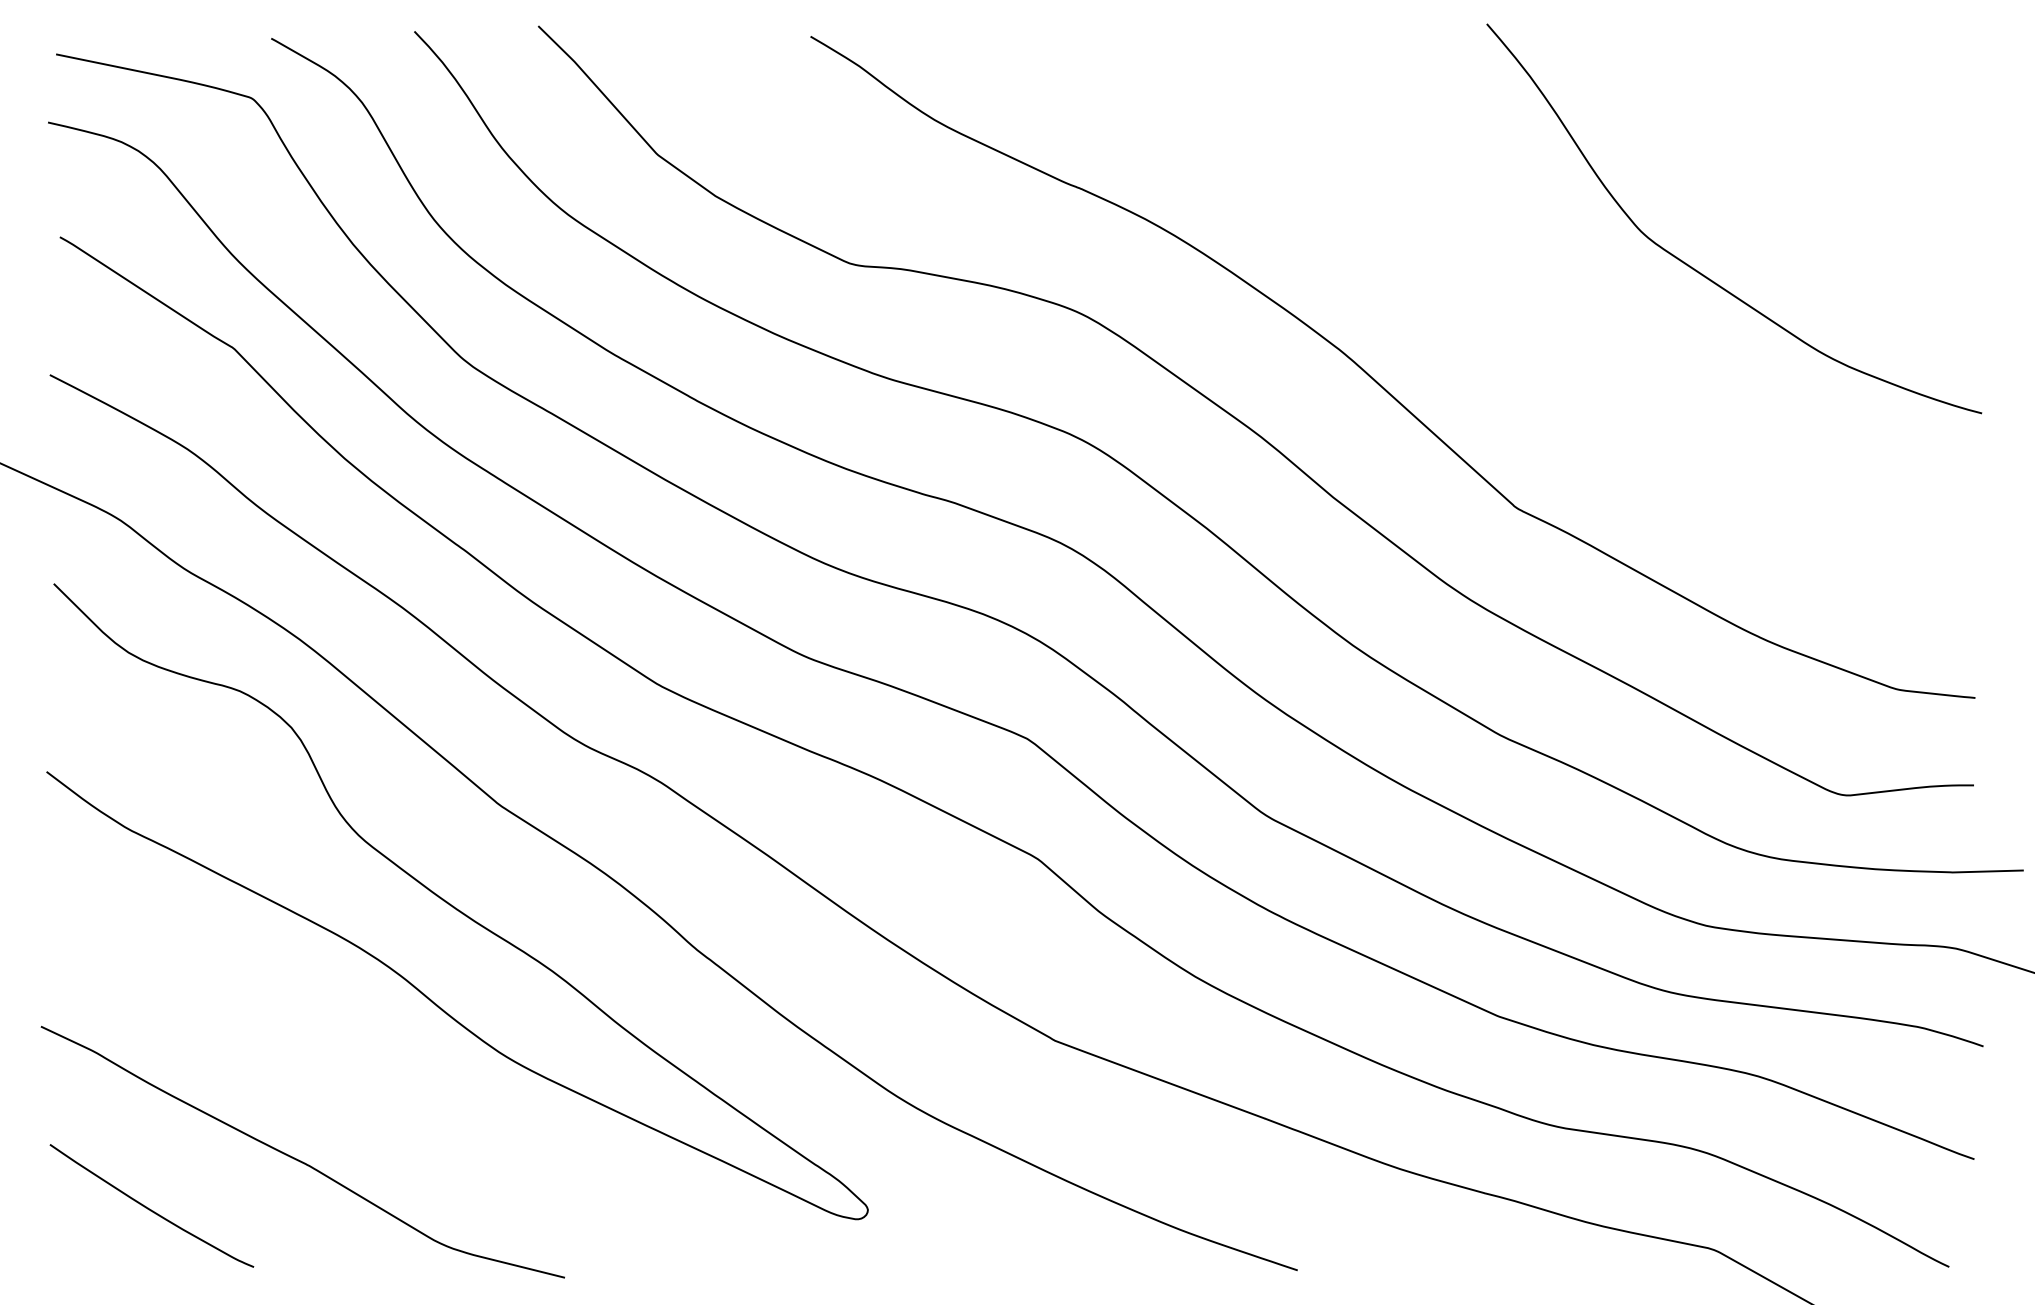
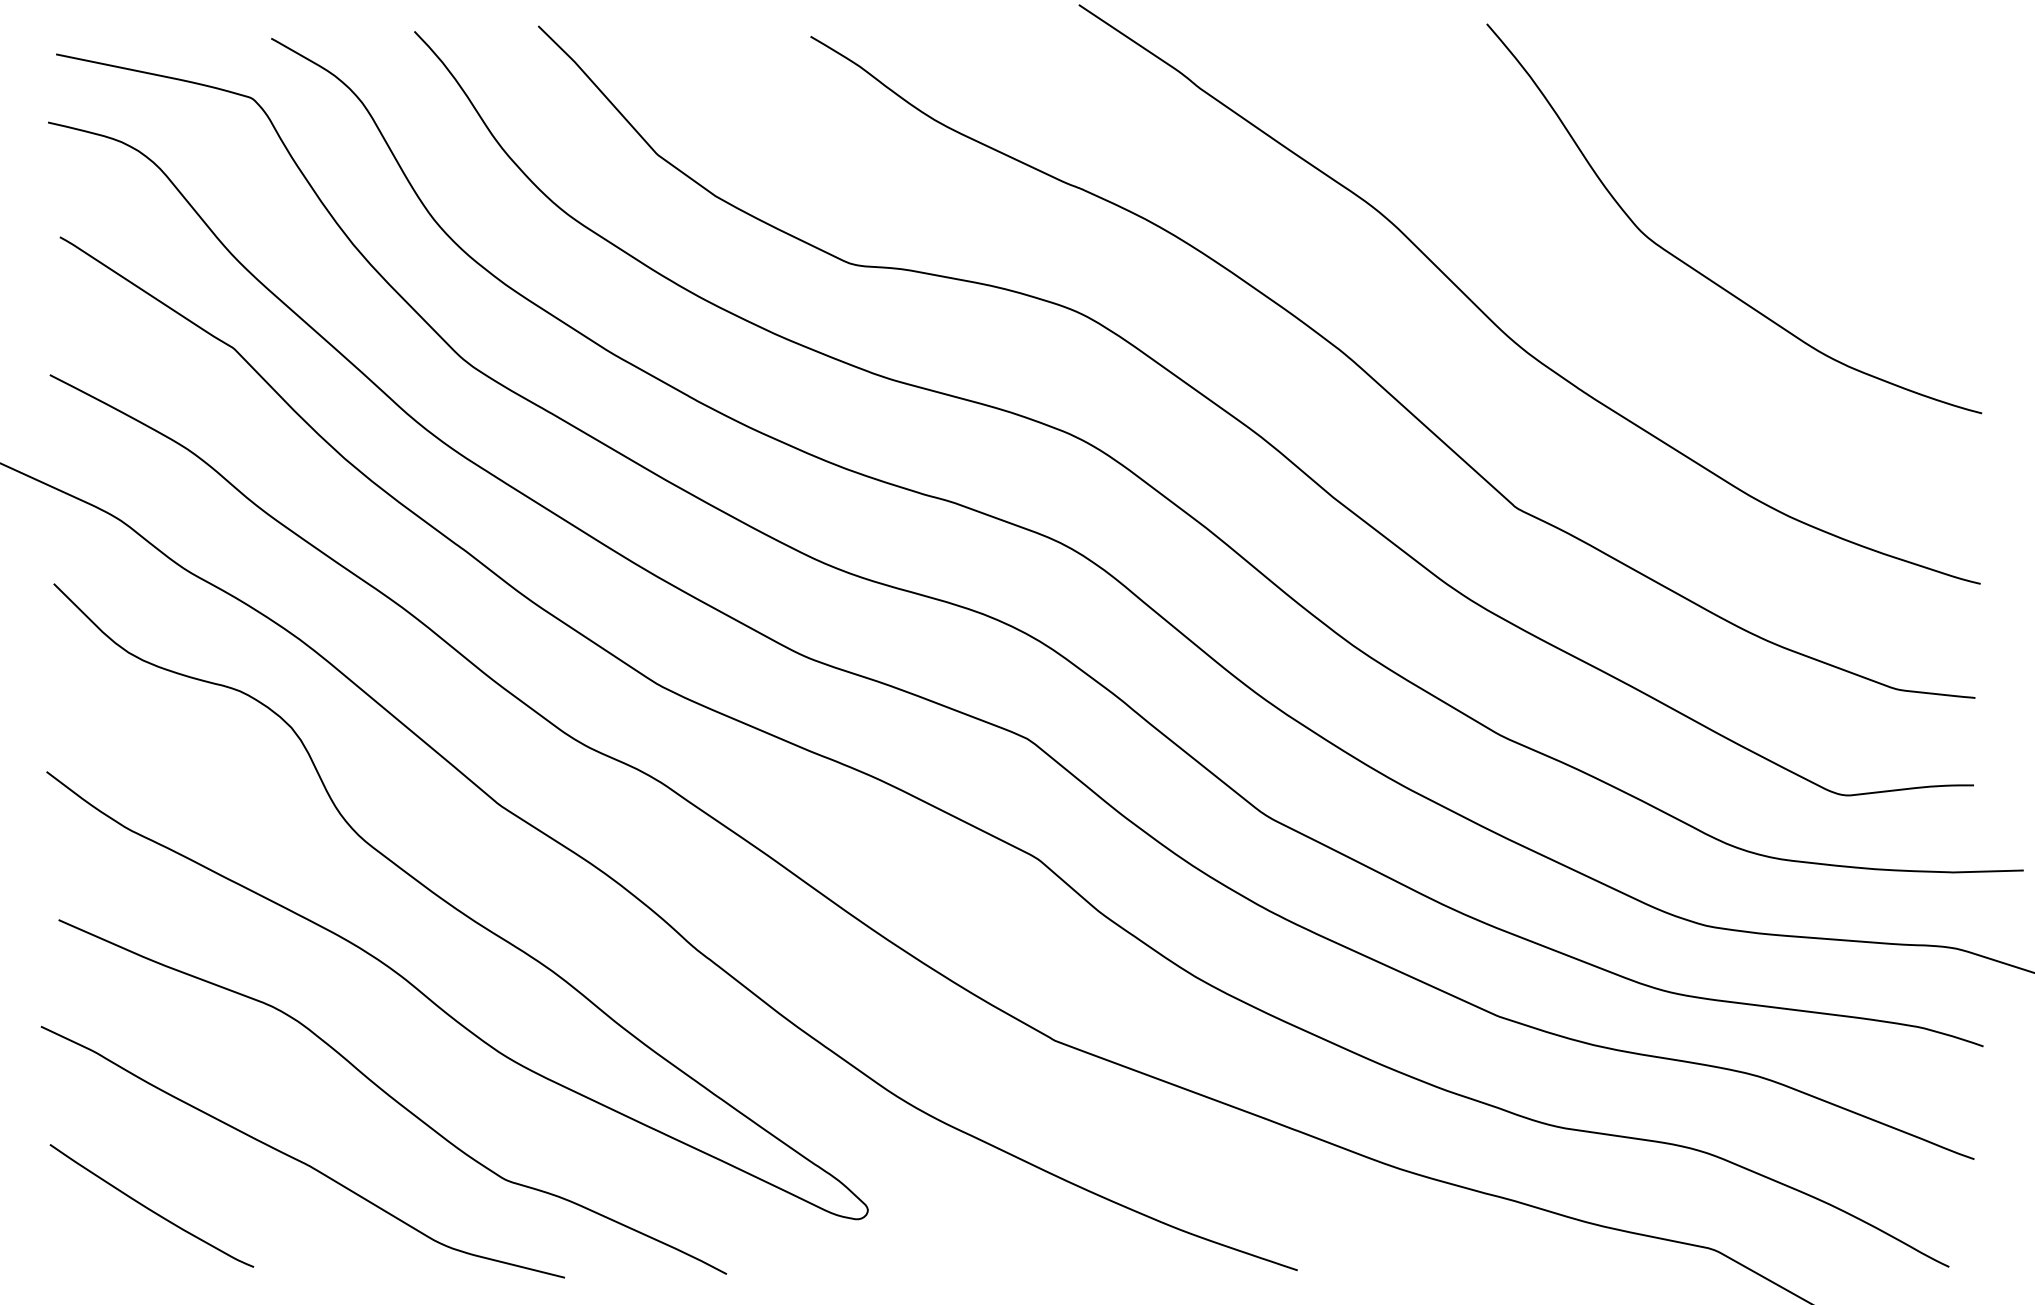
curve at (1497, 325): none -> present
curve at (391, 1096): none -> present
